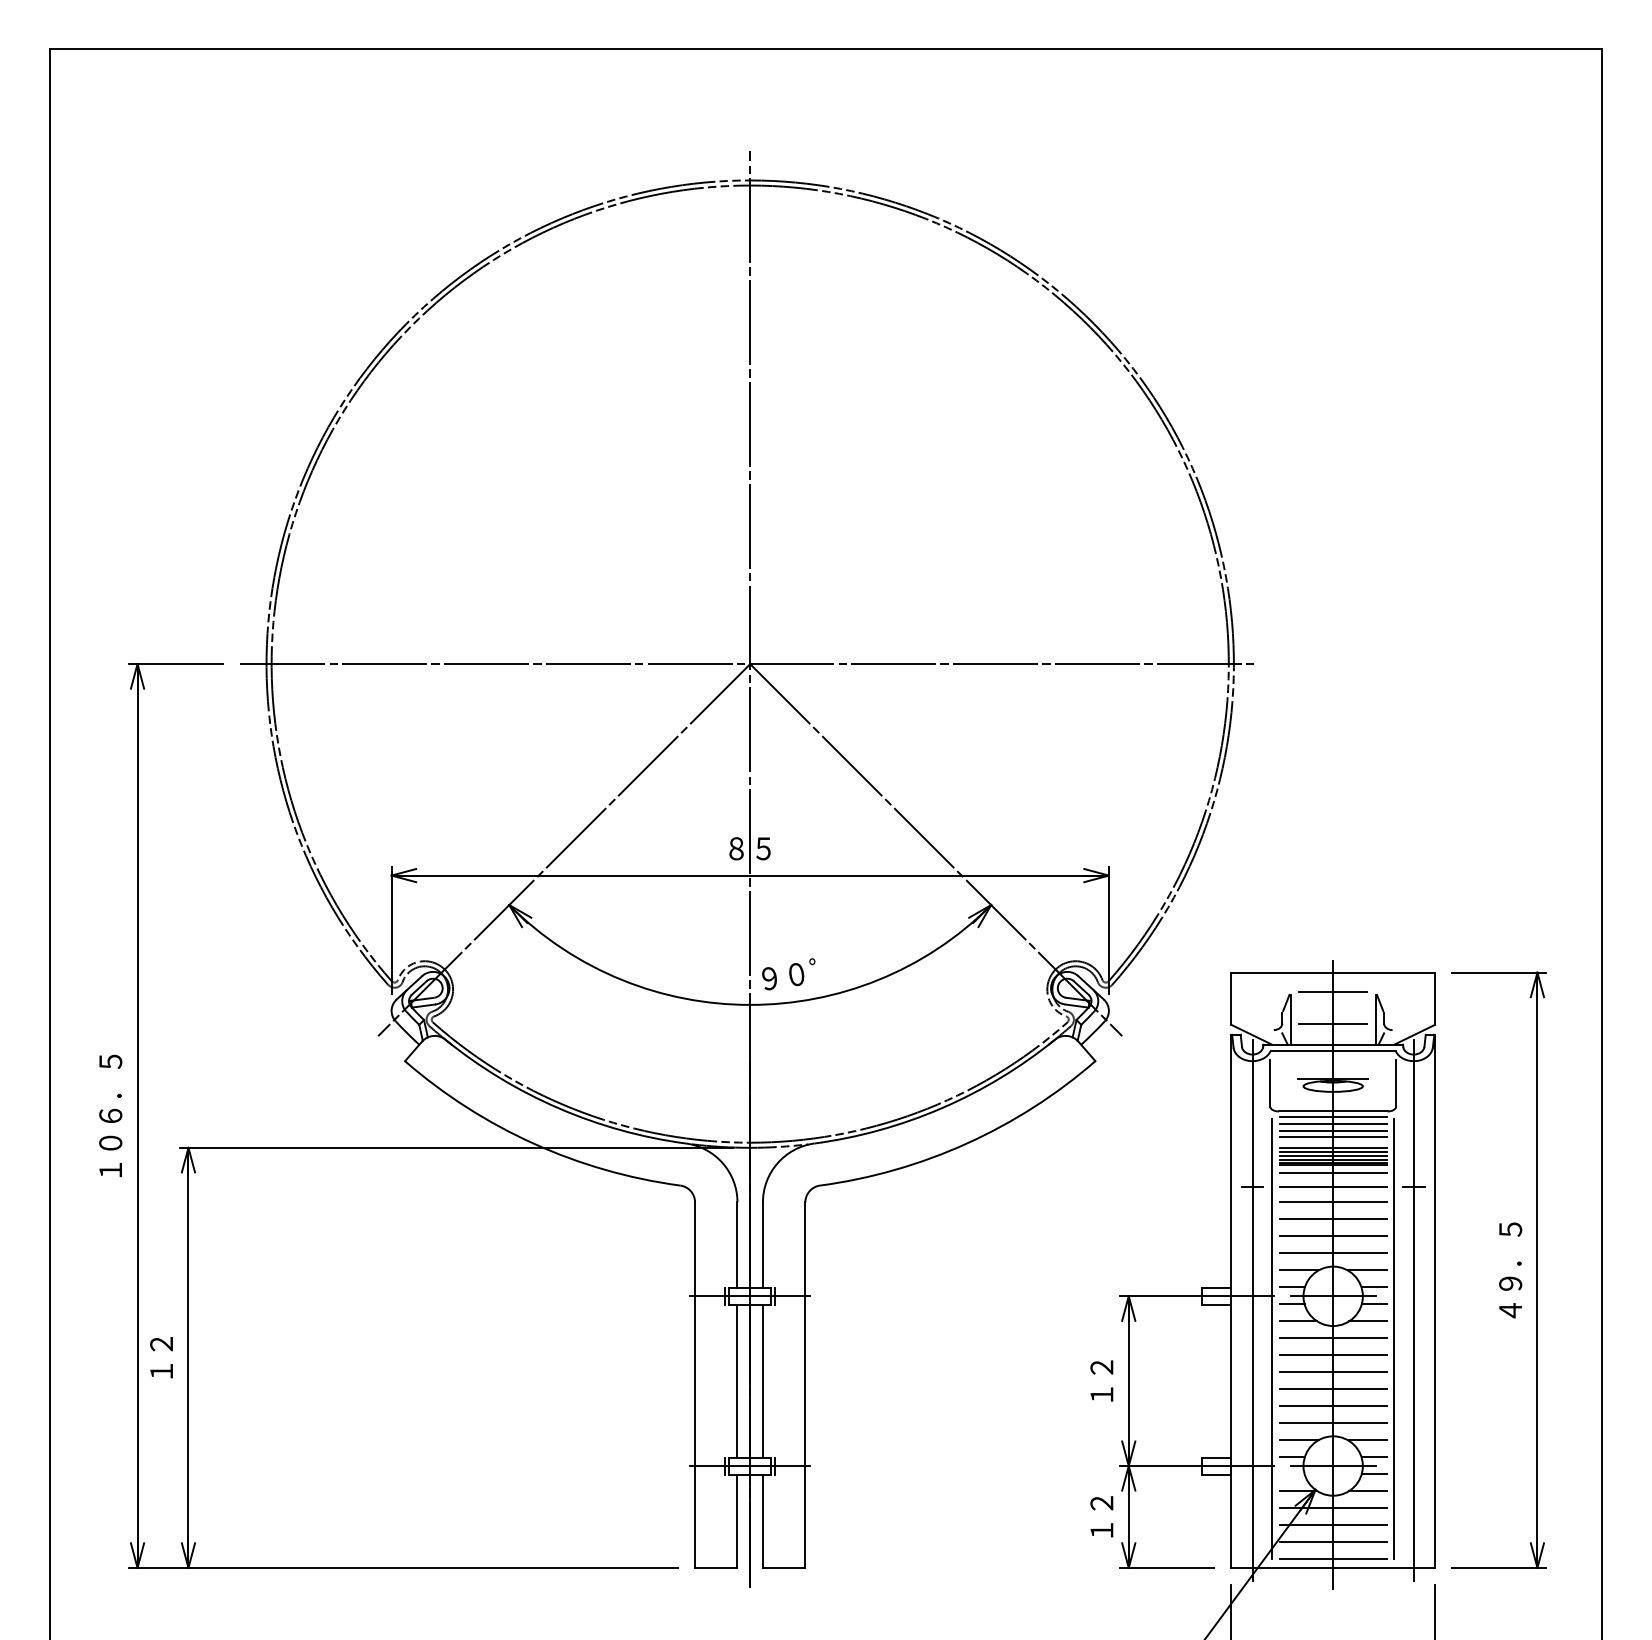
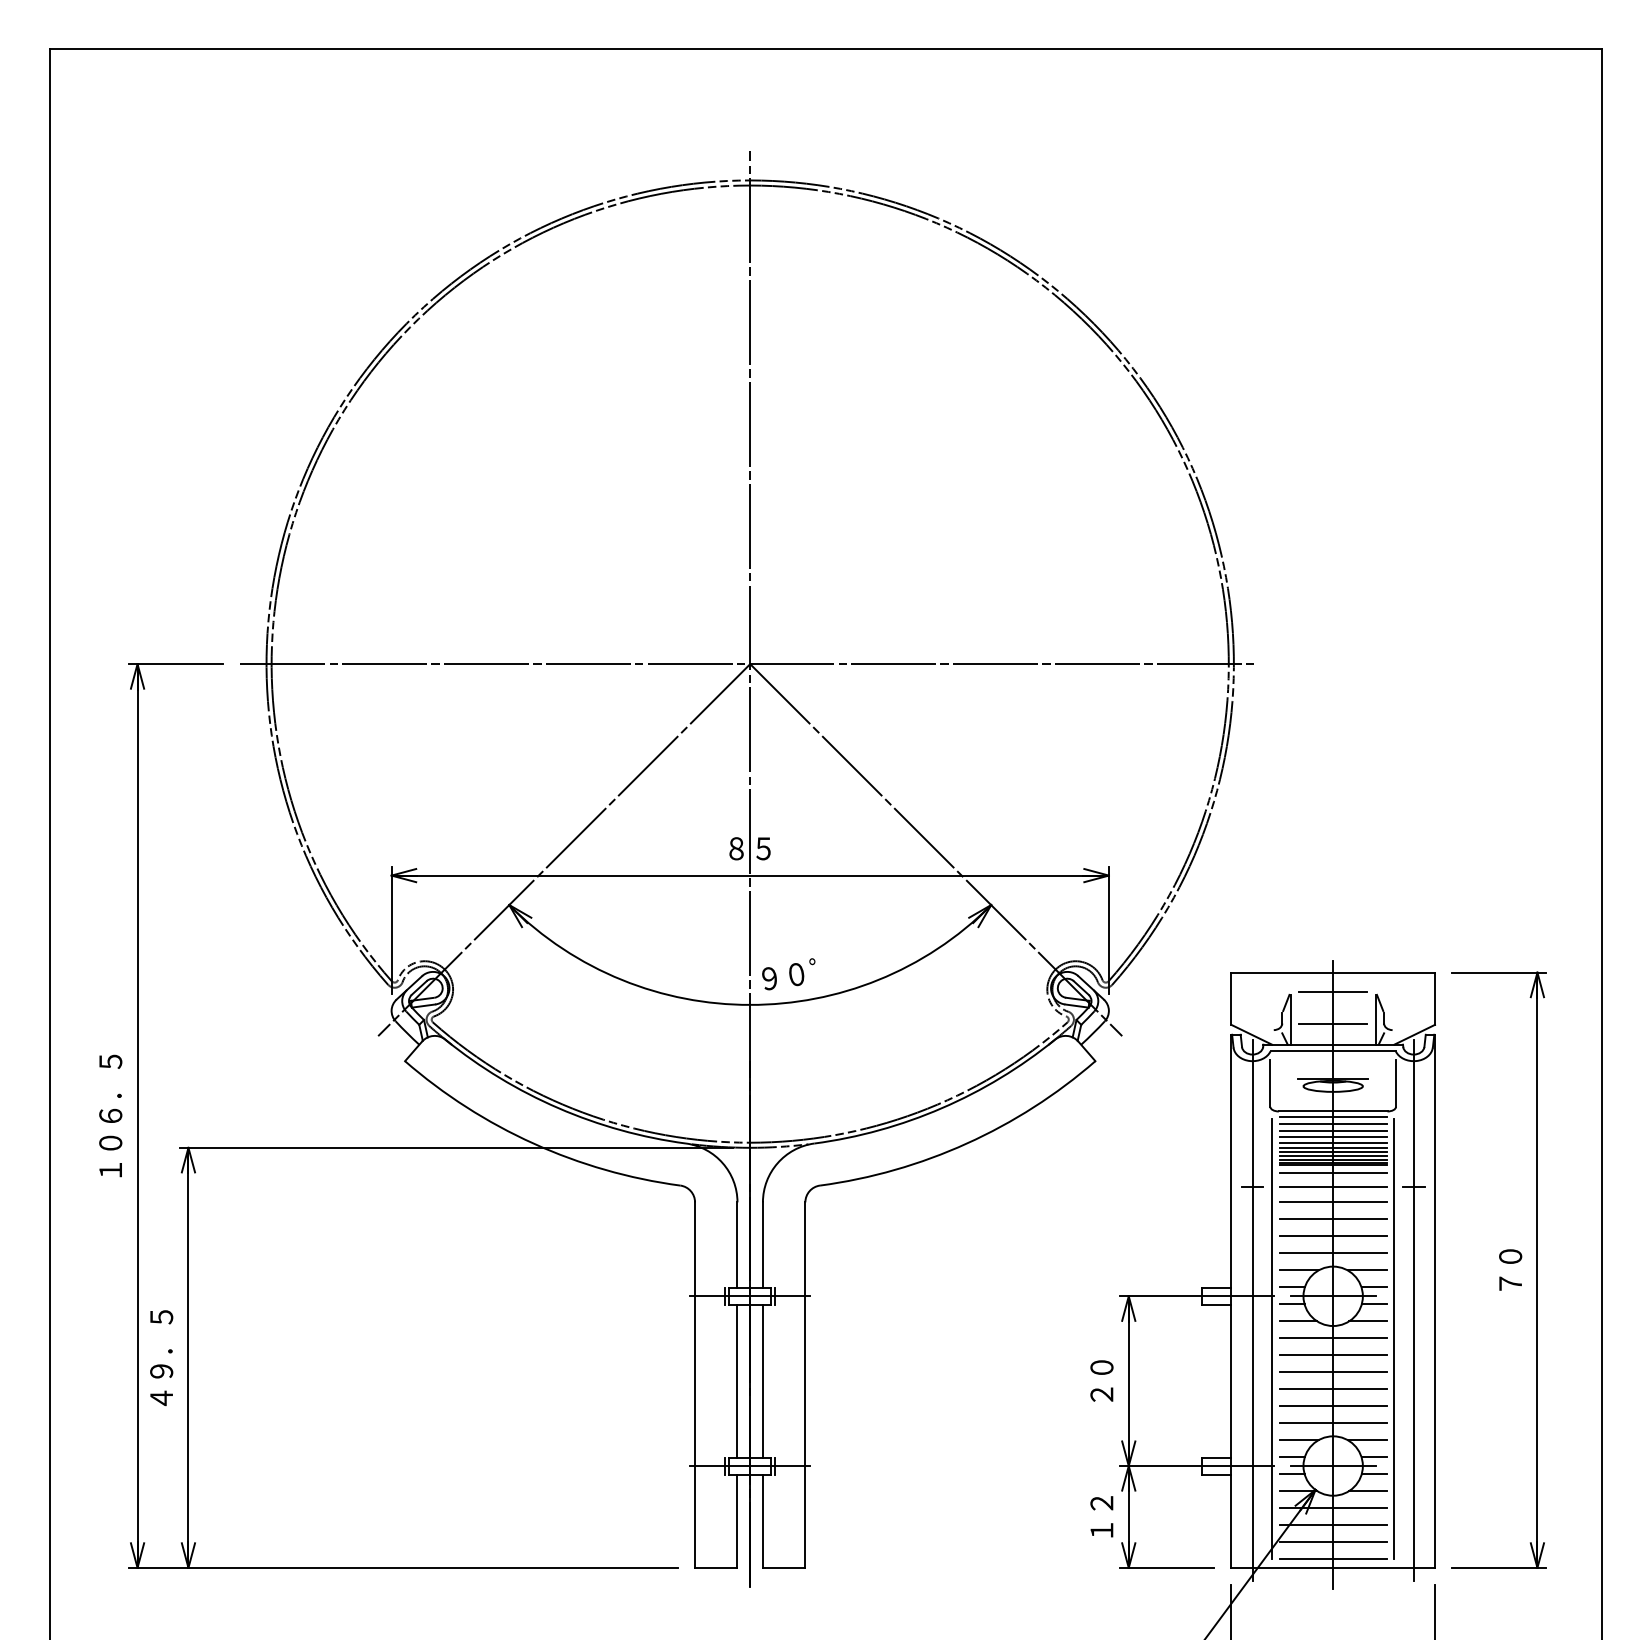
line at (1332, 1142): none -> present
text at (1510, 1270): ４９．５ -> ７０
text at (161, 1358): １２ -> ４９．５
text at (1101, 1380): １２ -> ２０
line at (1291, 1473): none -> present
